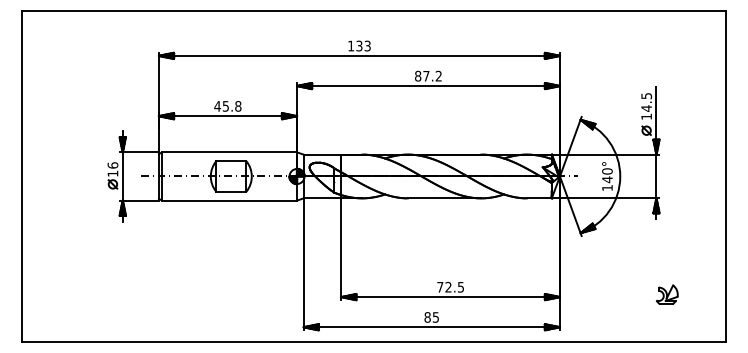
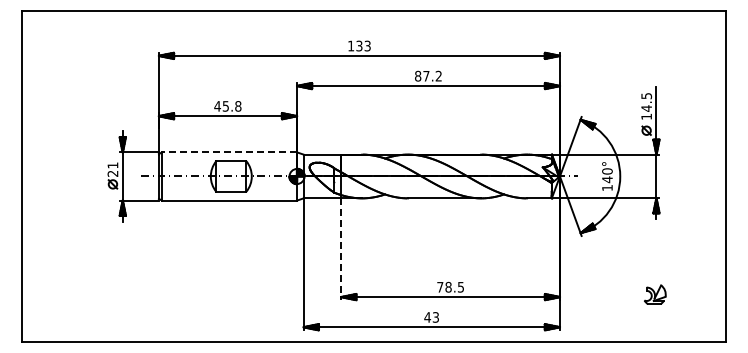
line at (229, 152): solid -> dashed
text at (112, 169): 16 -> 21
line at (341, 249): solid -> dashed
text at (448, 287): 72.5 -> 78.5
part at (667, 294) position: (667, 294) -> (655, 294)
text at (431, 317): 85 -> 43
